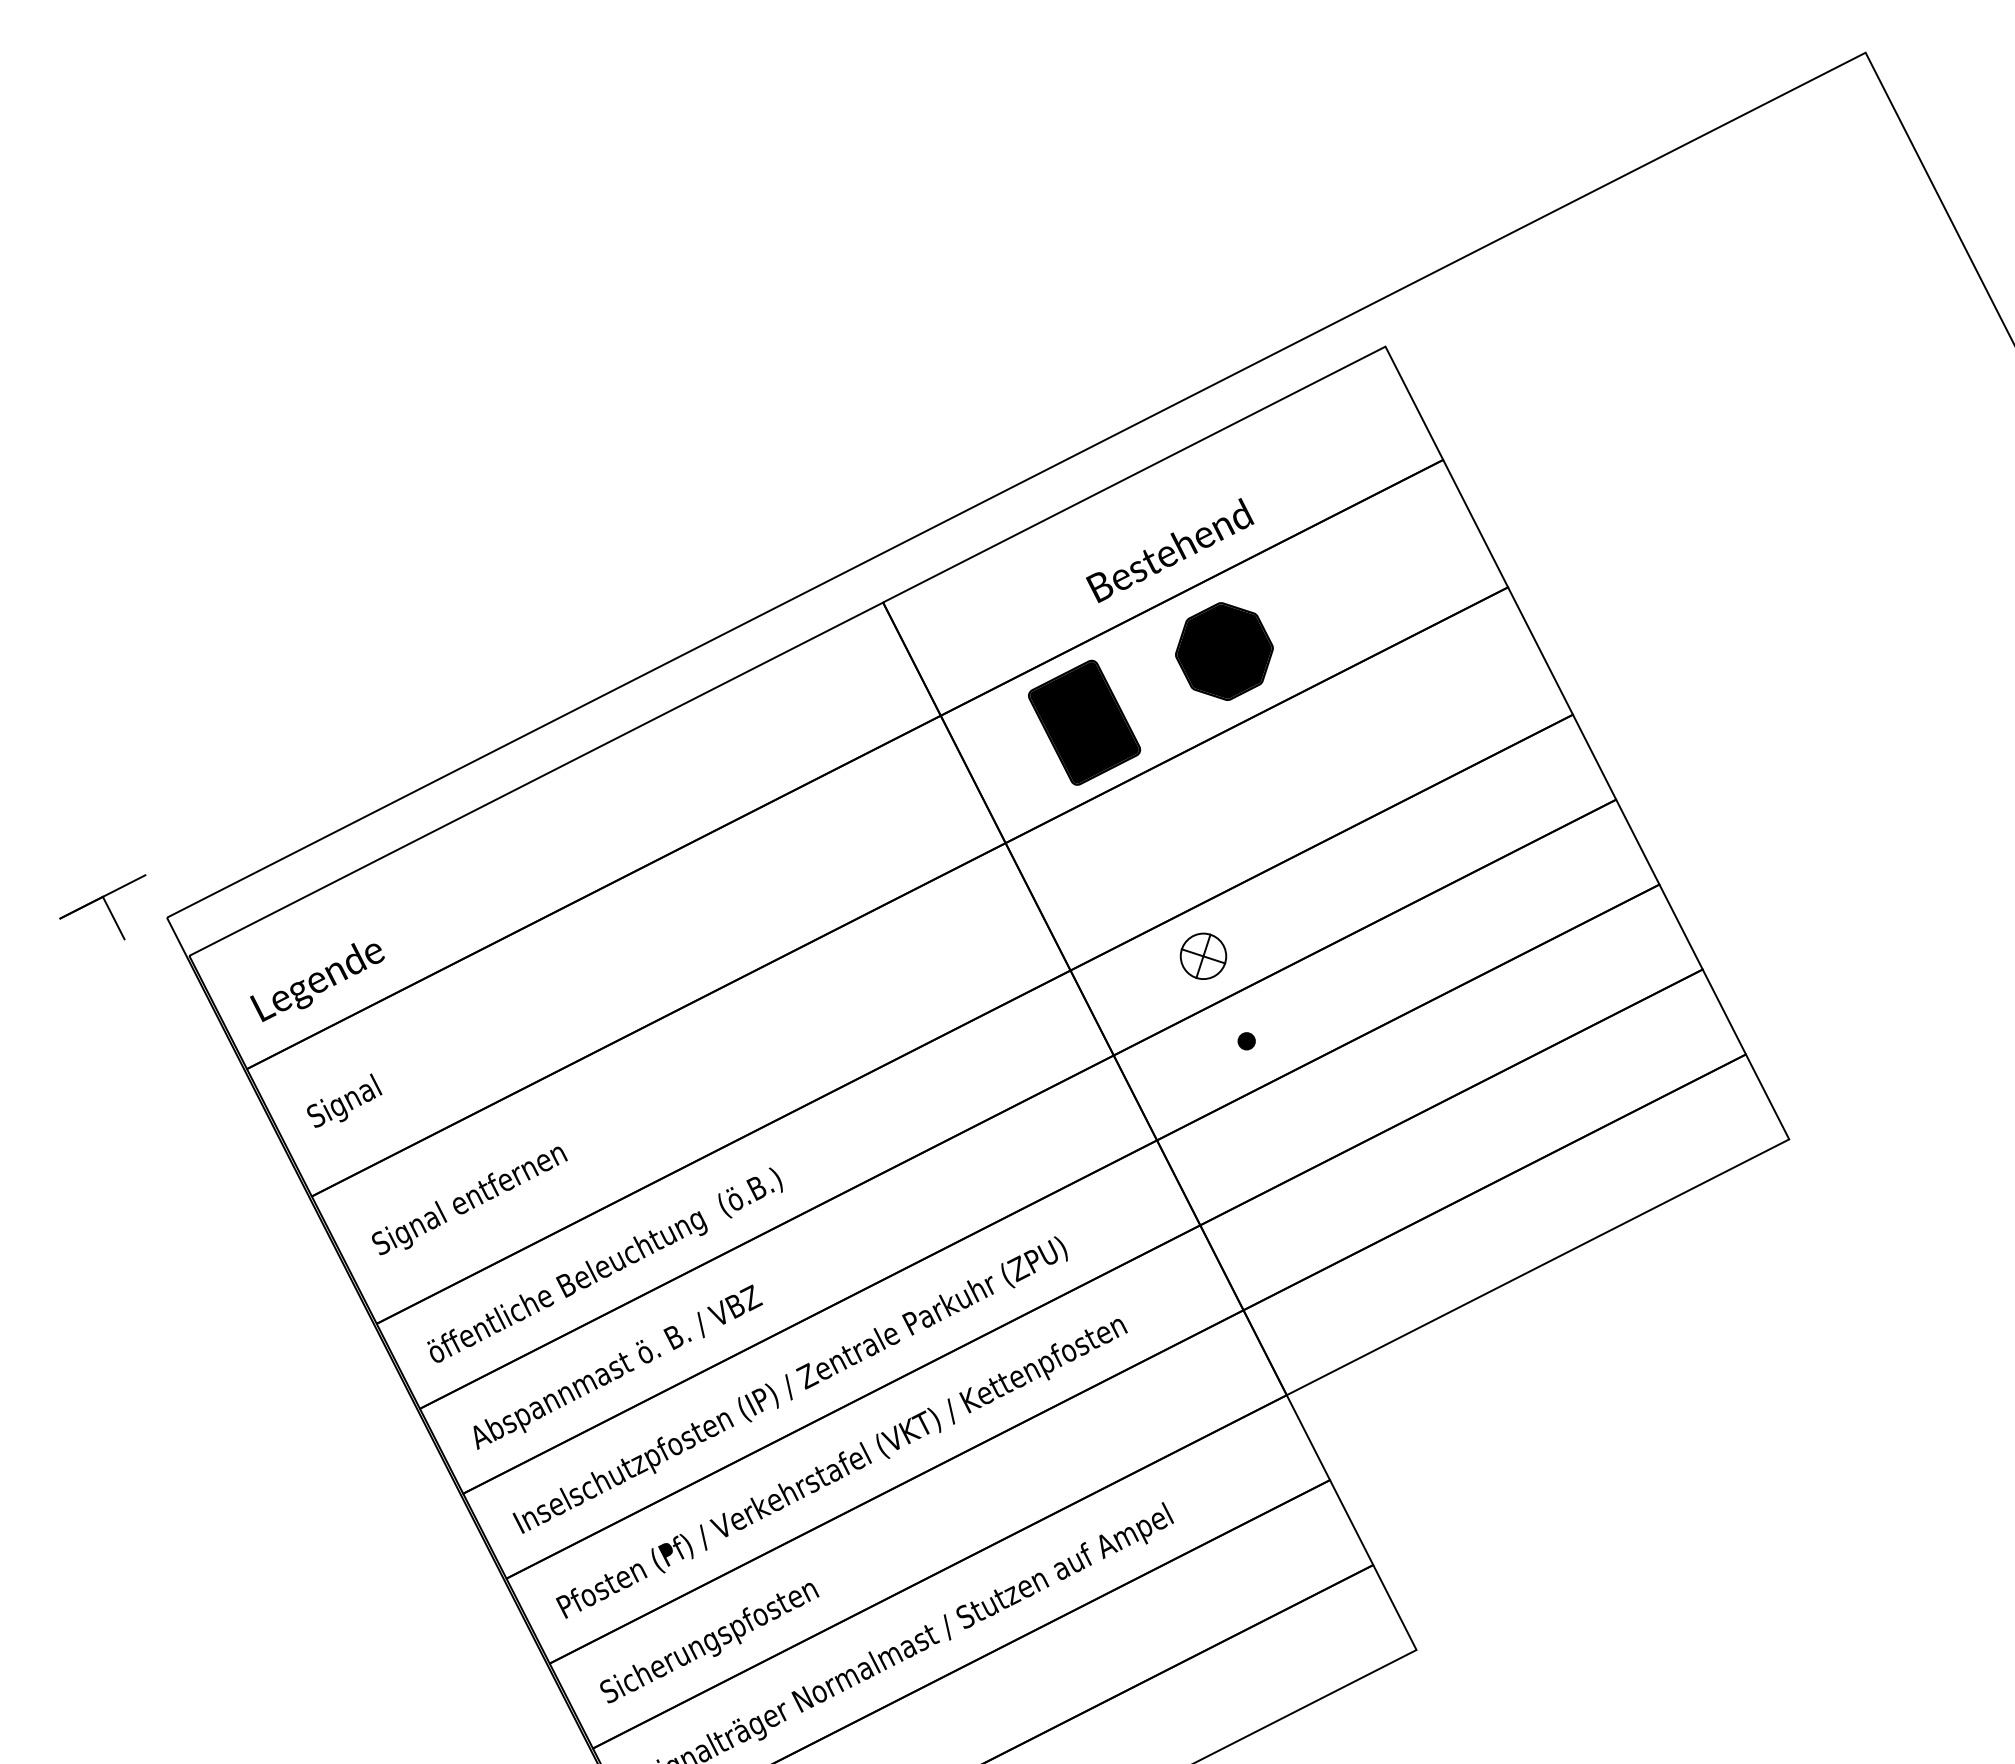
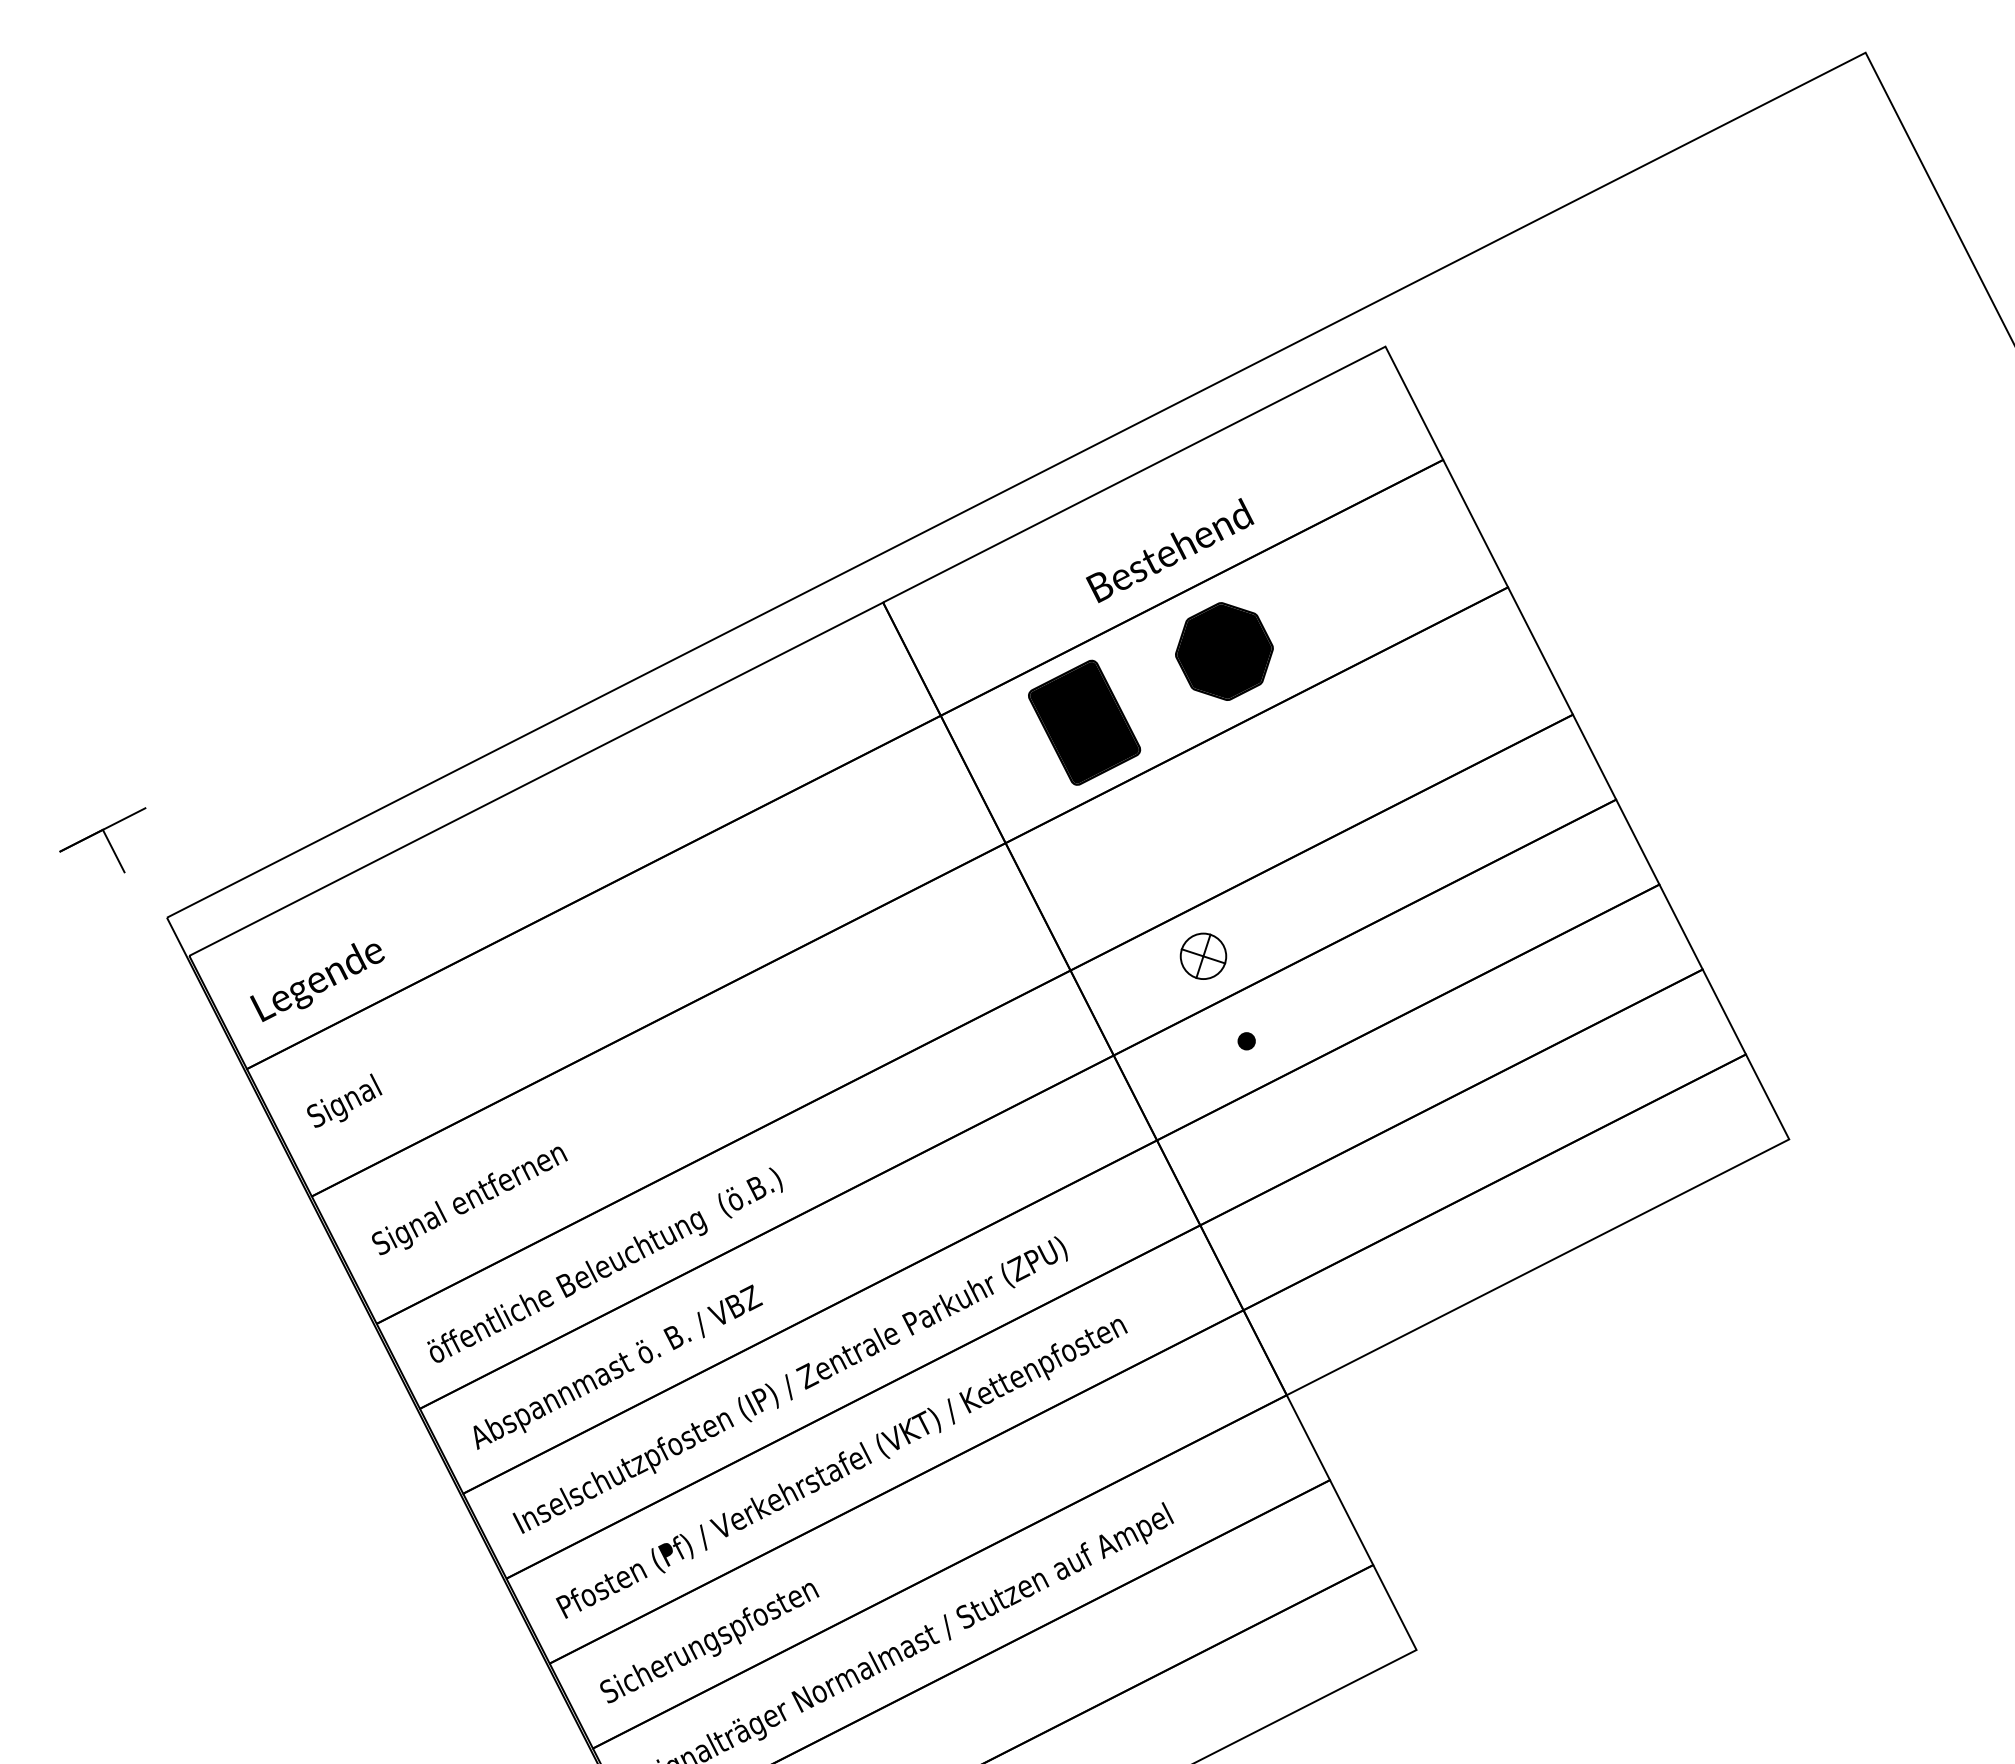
part at (102, 907) position: (102, 907) -> (102, 840)
